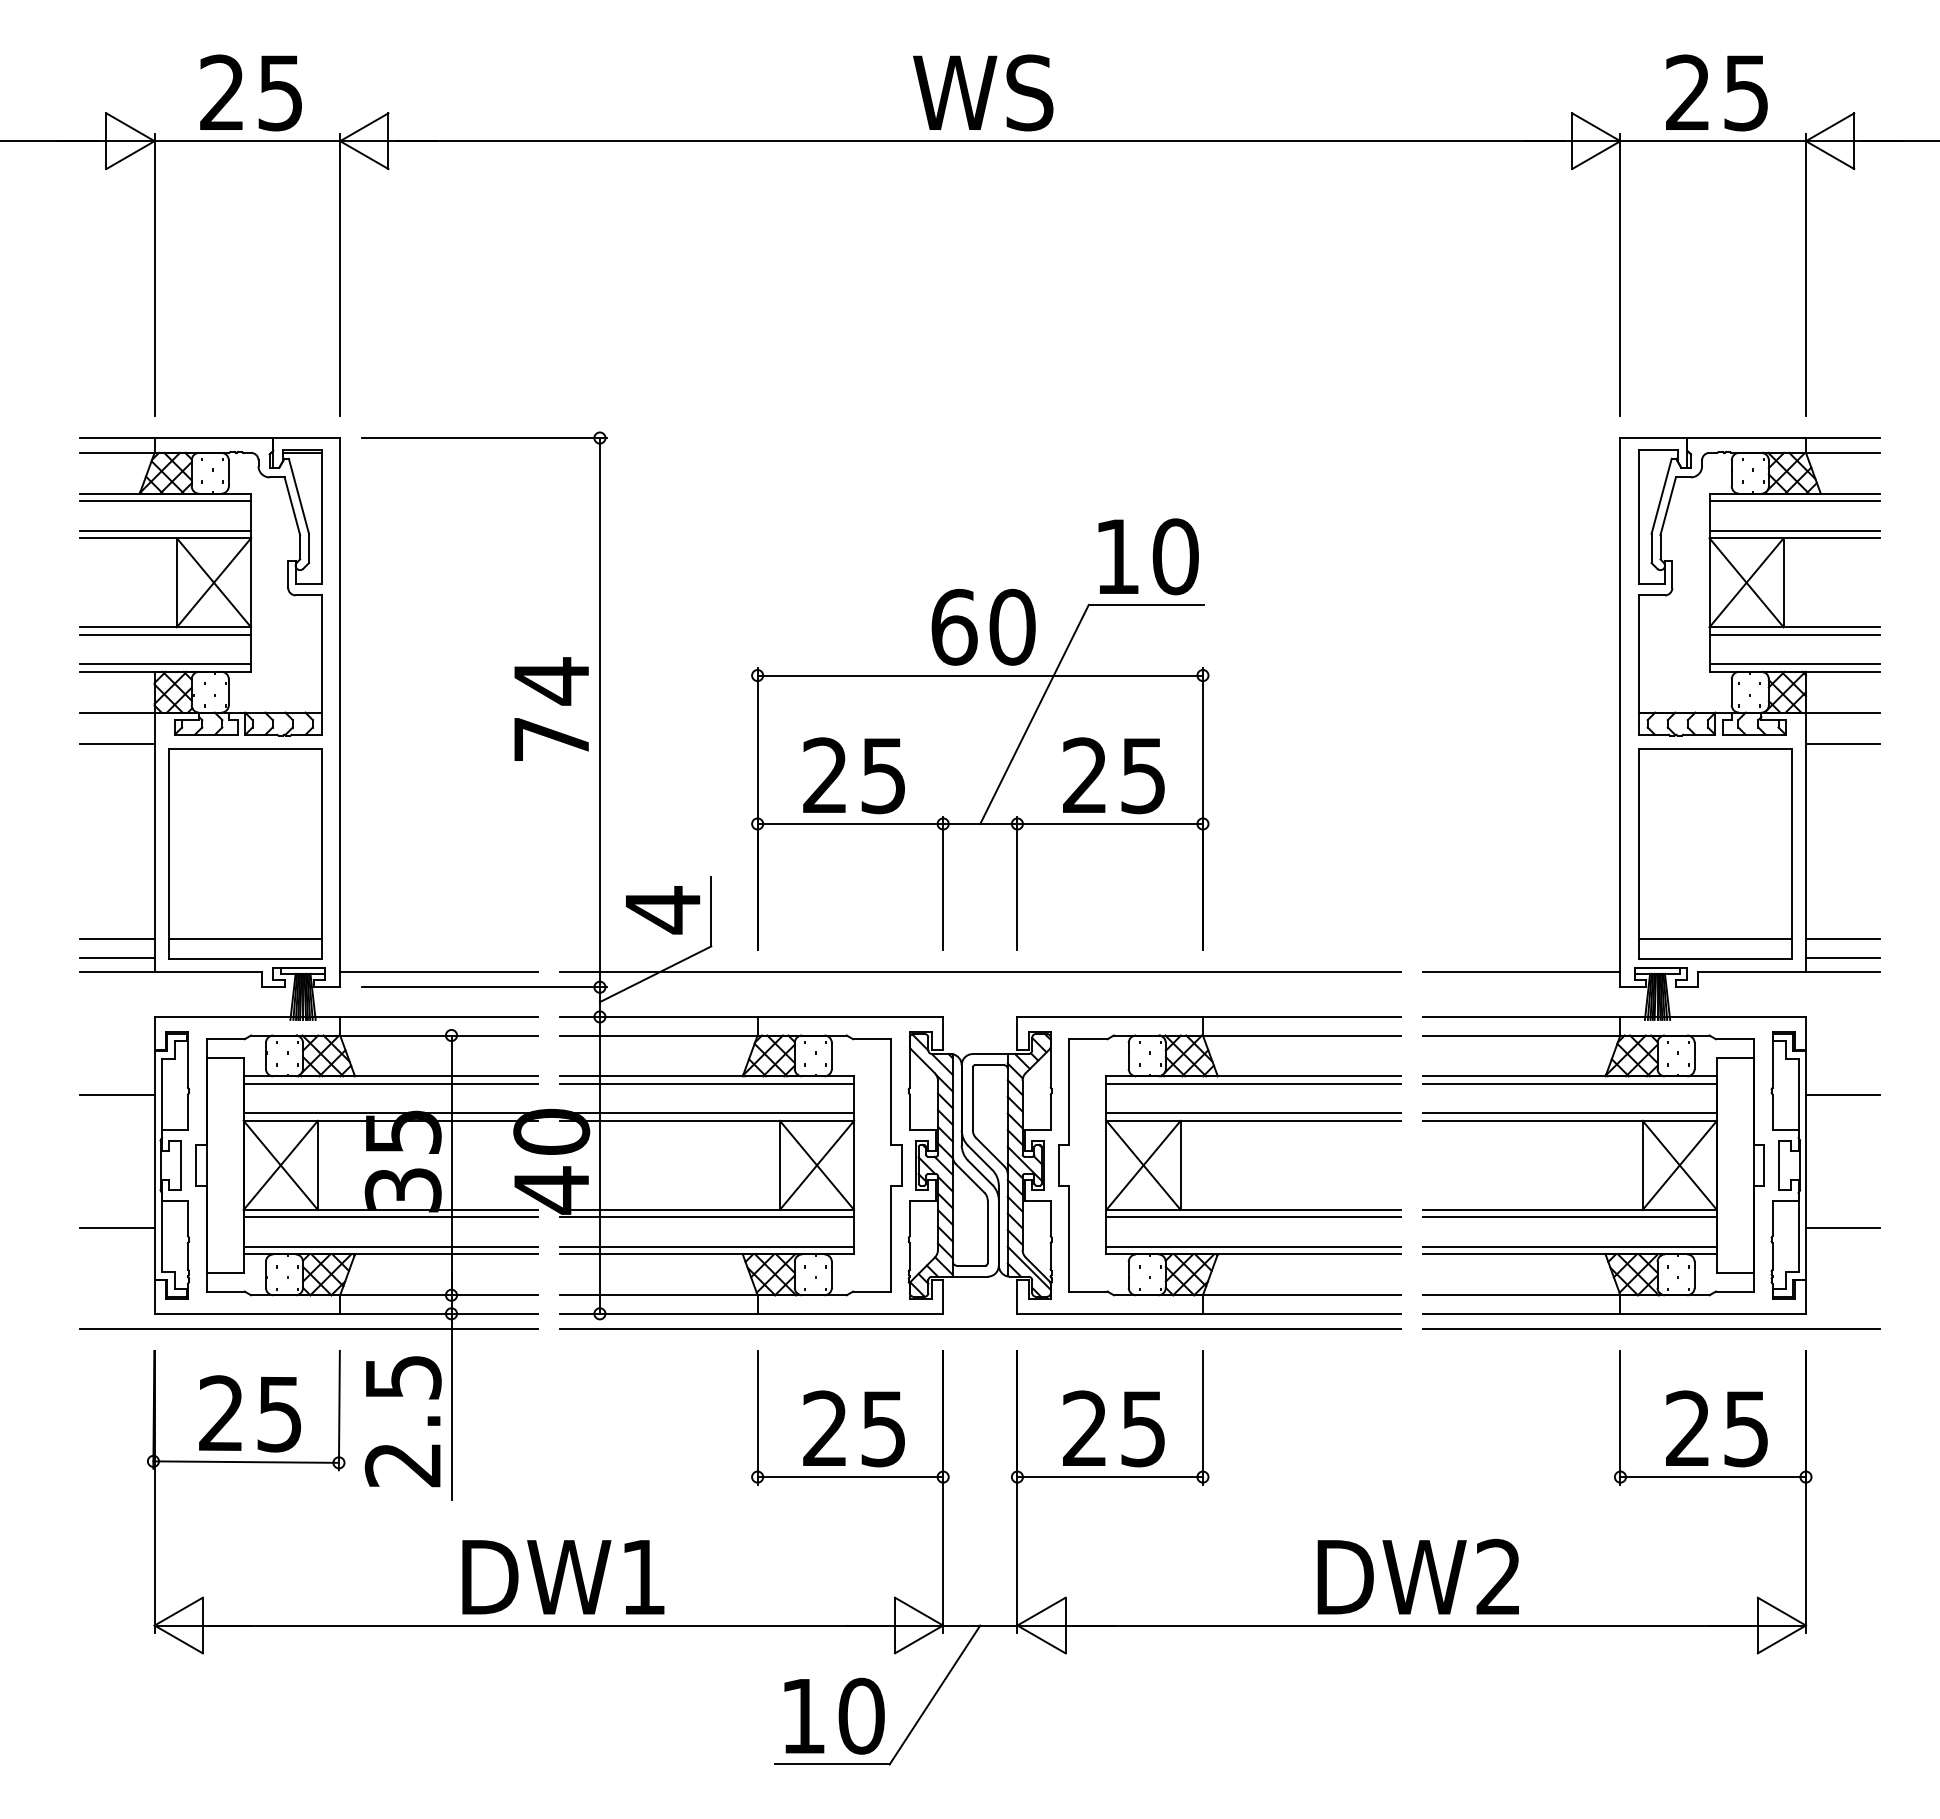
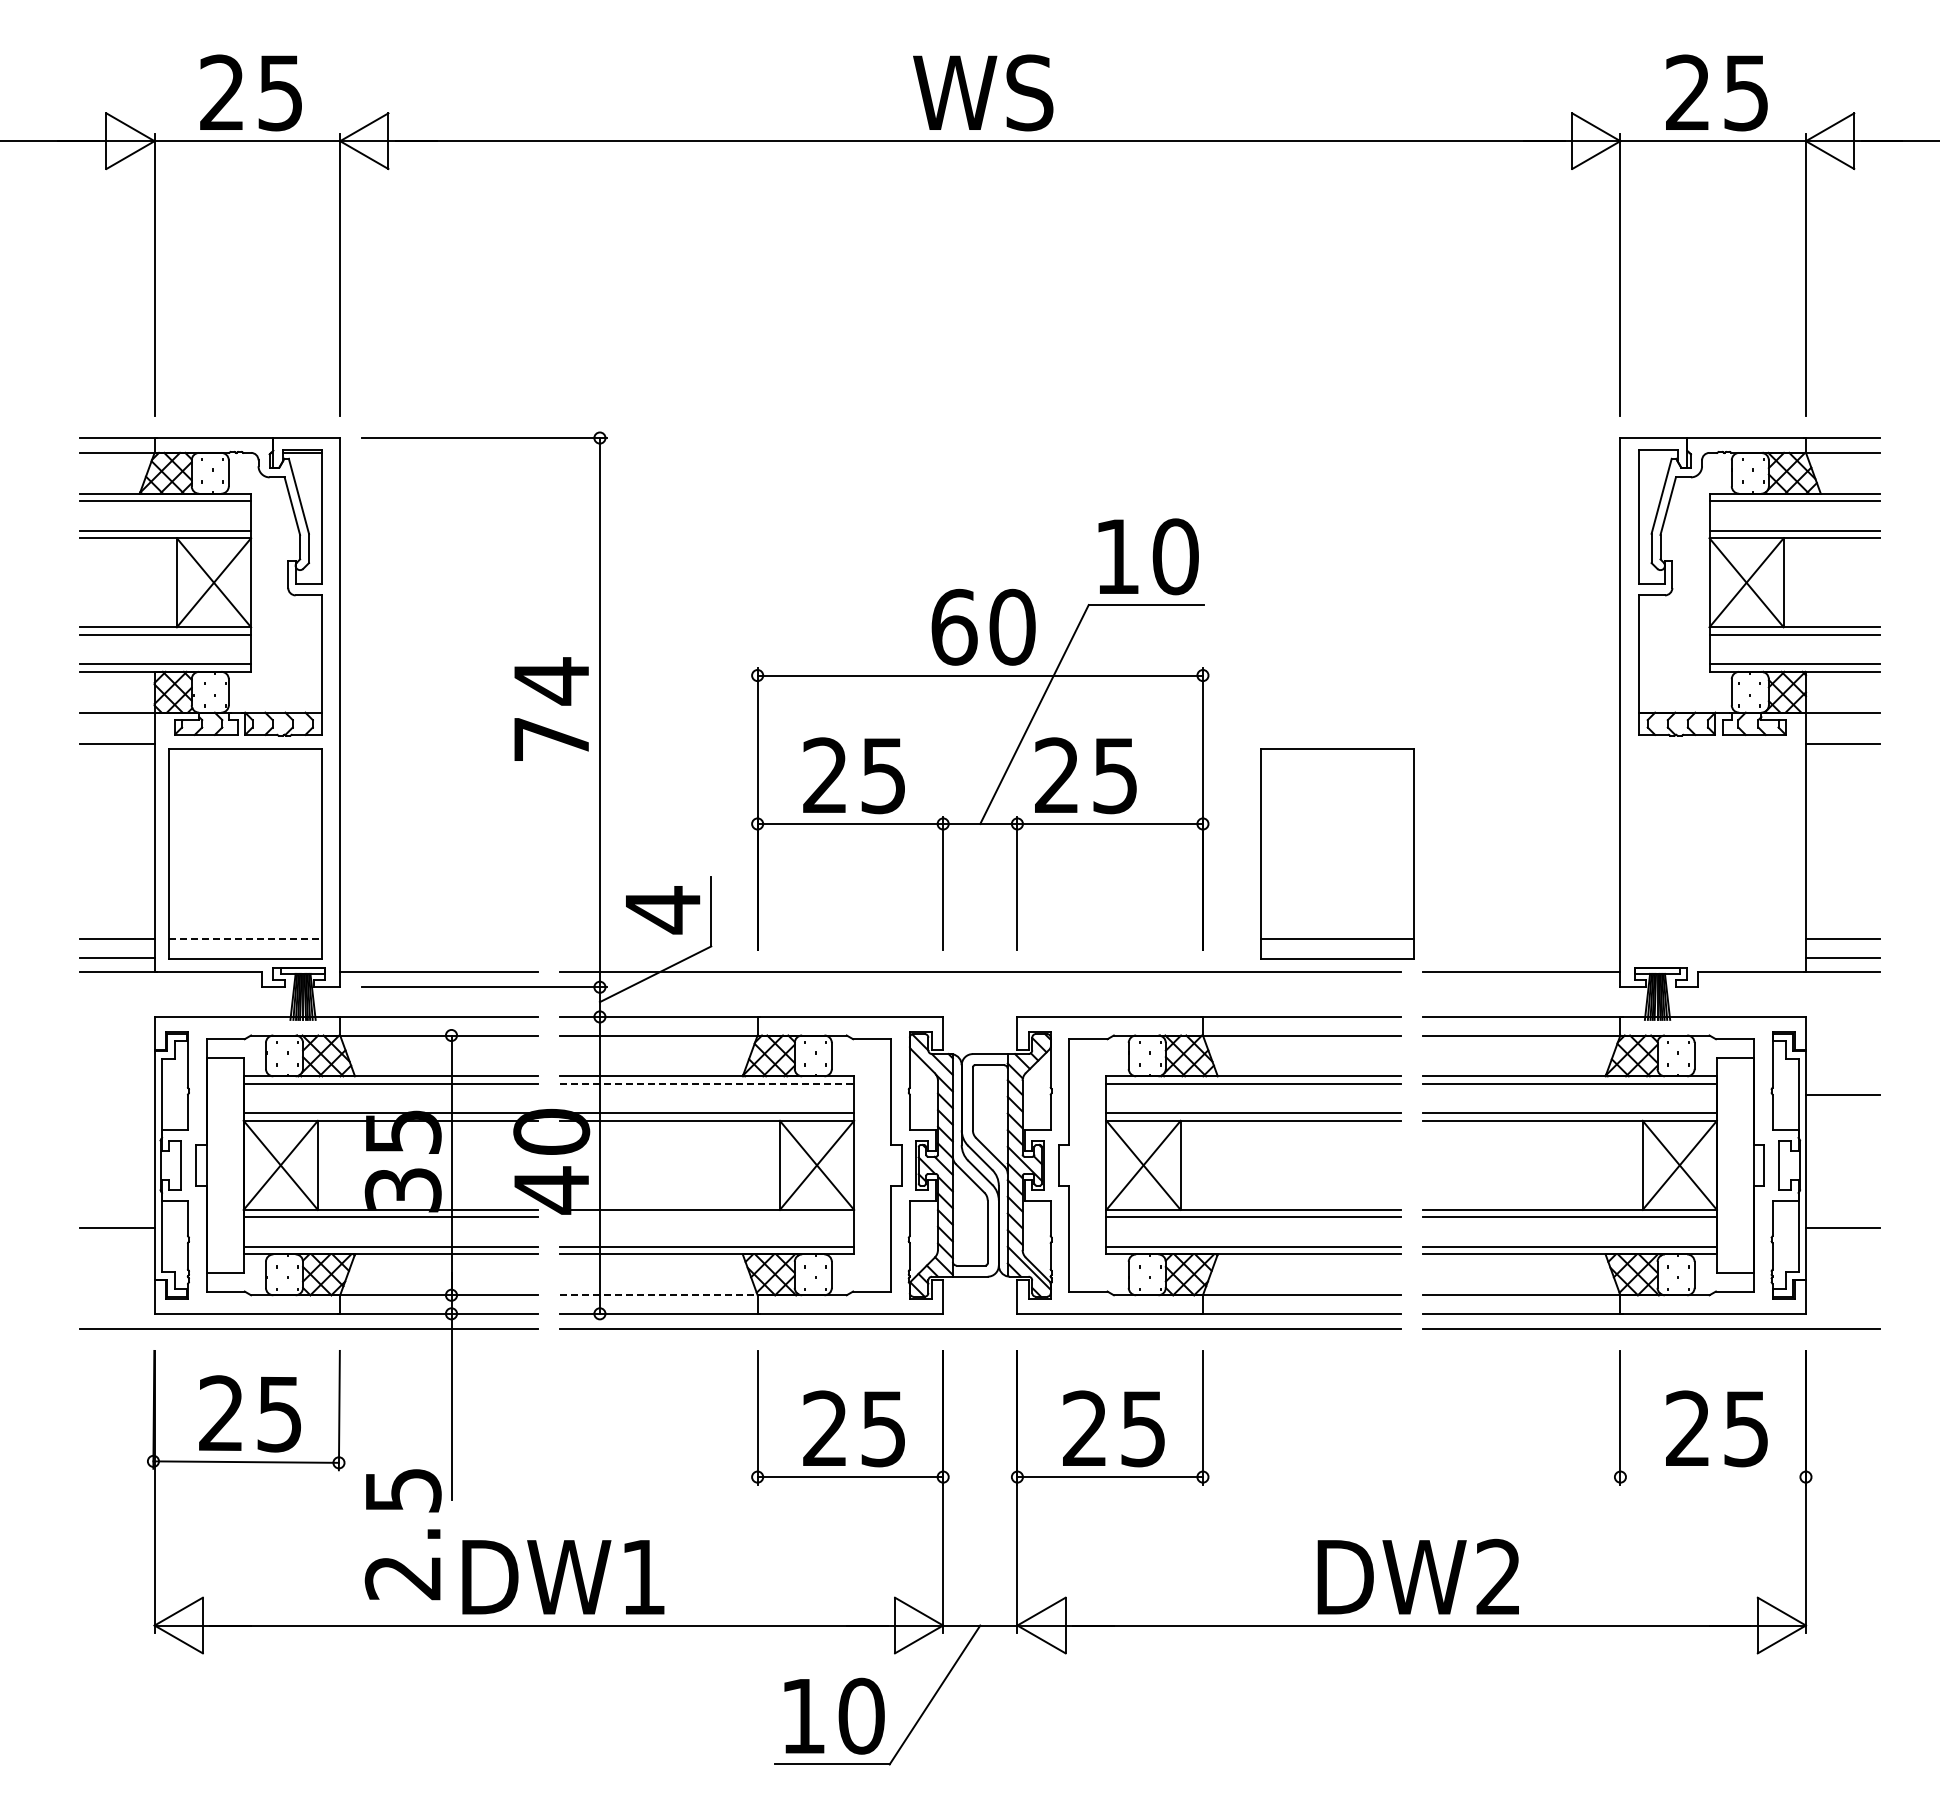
text at (1113, 775) position: (1113, 775) -> (1085, 775)
part at (1715, 853) position: (1715, 853) -> (1337, 853)
line at (245, 939): solid -> dashed
line at (707, 1083): solid -> dashed
line at (117, 1094): present -> none
line at (707, 1217): present -> none
line at (659, 1295): solid -> dashed
text at (402, 1421) position: (402, 1421) -> (402, 1534)
line at (1712, 1477): present -> none
